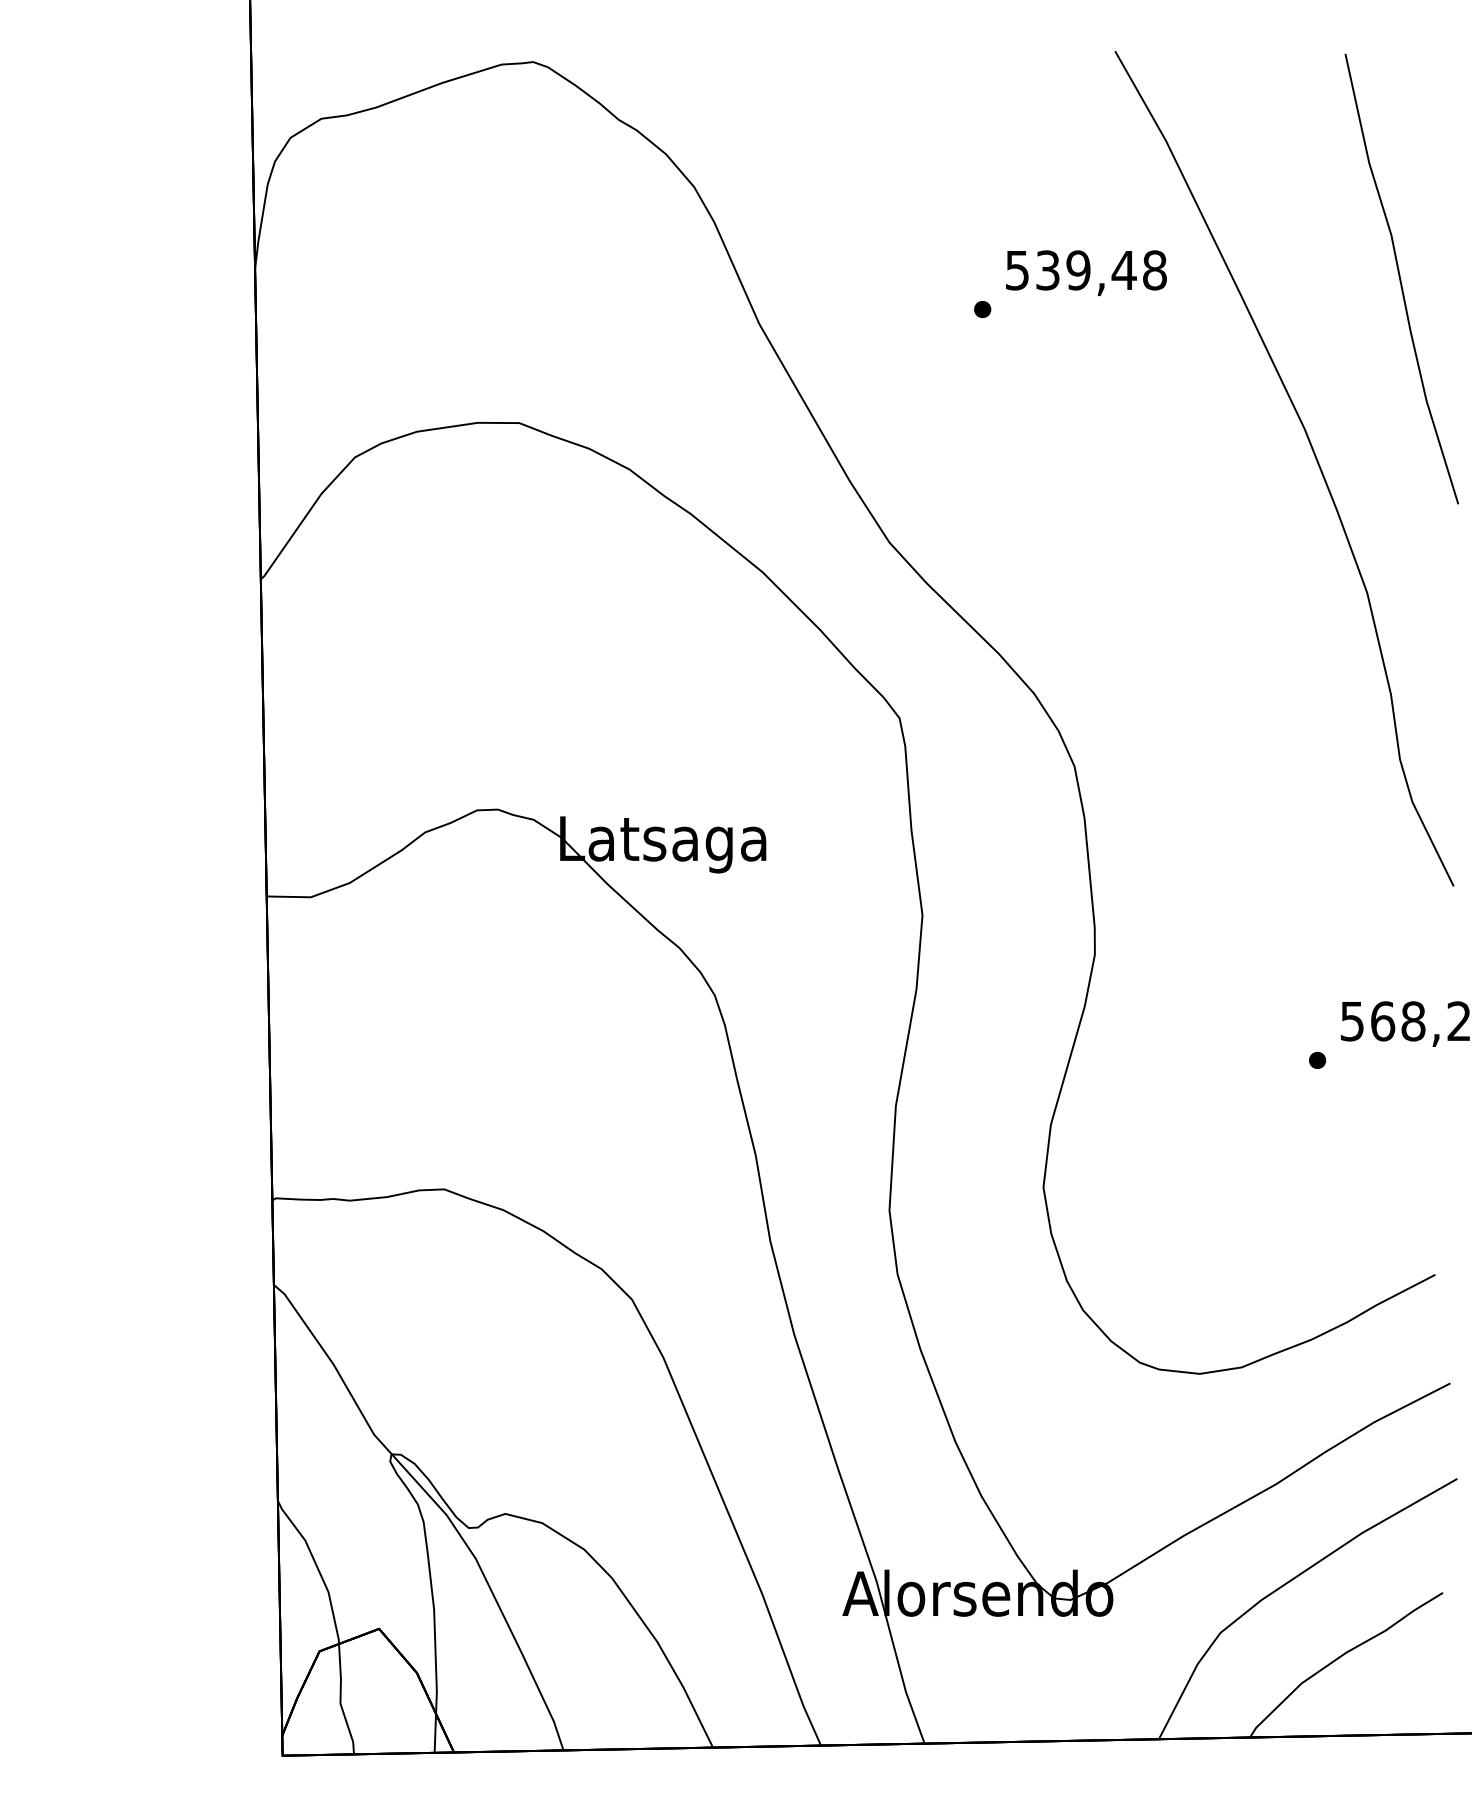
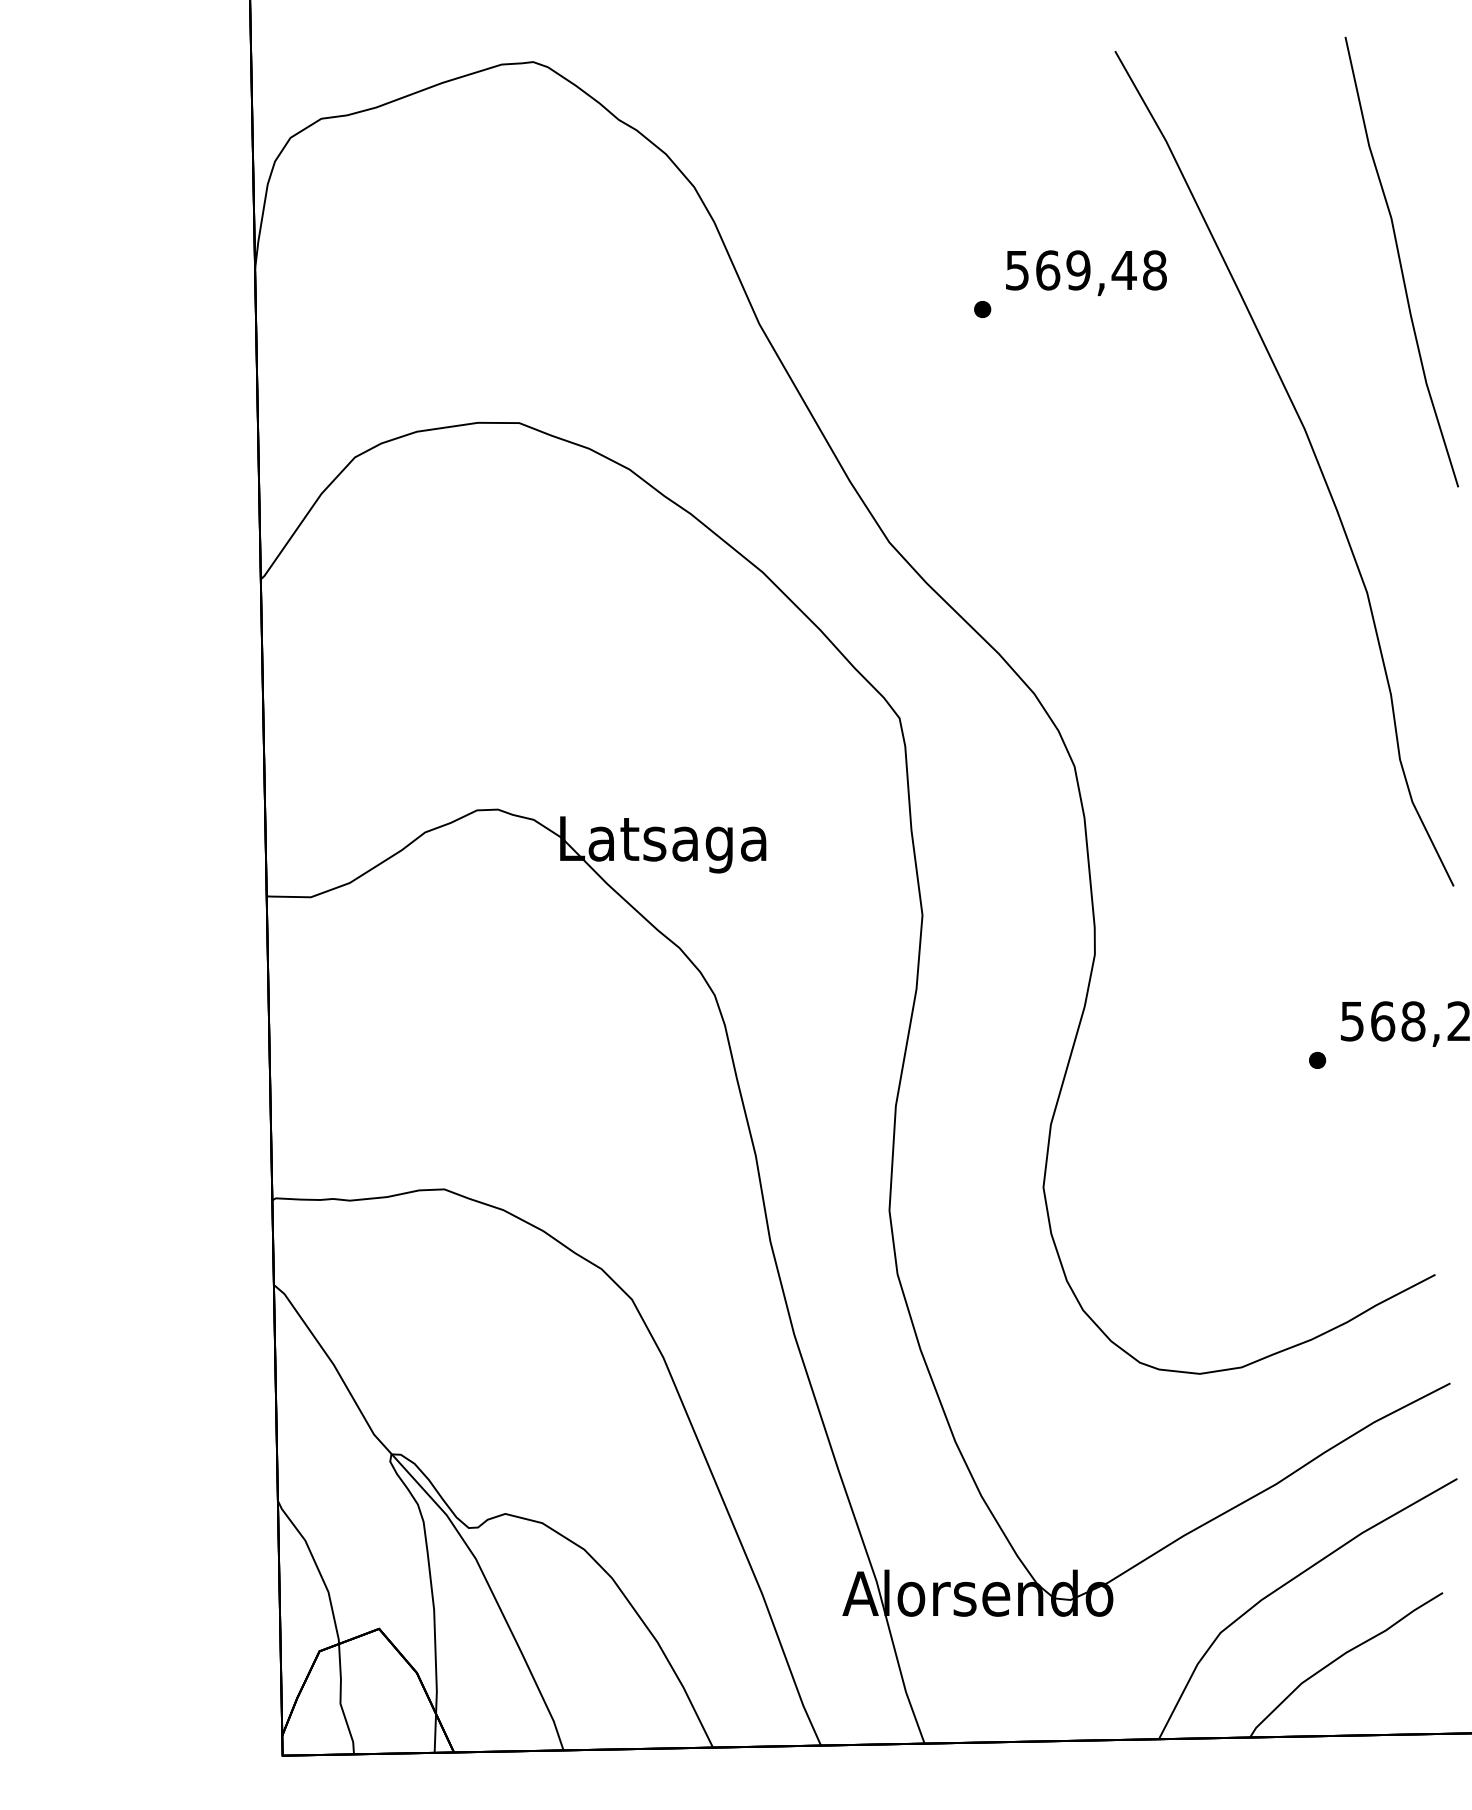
text at (1048, 270): 539,48 -> 569,48
curve at (1400, 278) position: (1400, 278) -> (1400, 261)
